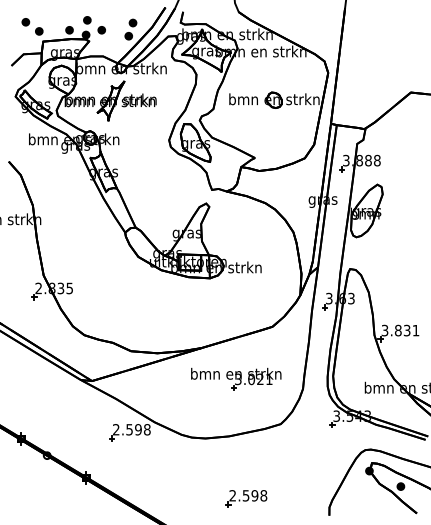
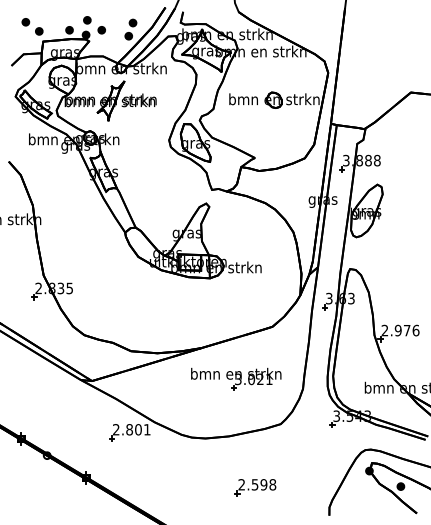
text at (400, 330): 3.831 -> 2.976
text at (138, 429): 2.598 -> 2.801
part at (246, 498) position: (246, 498) -> (255, 487)
